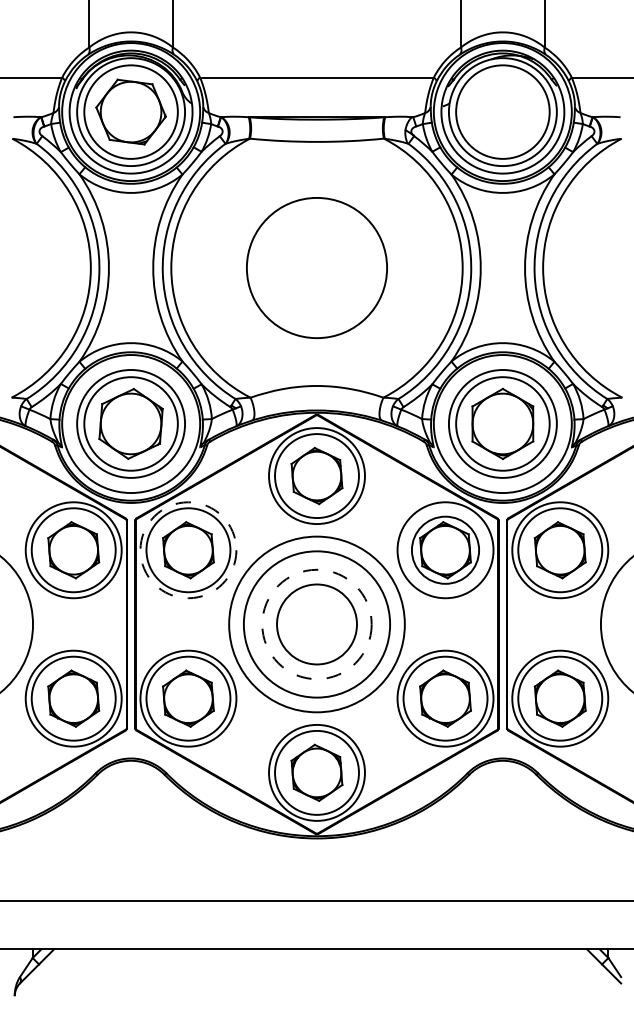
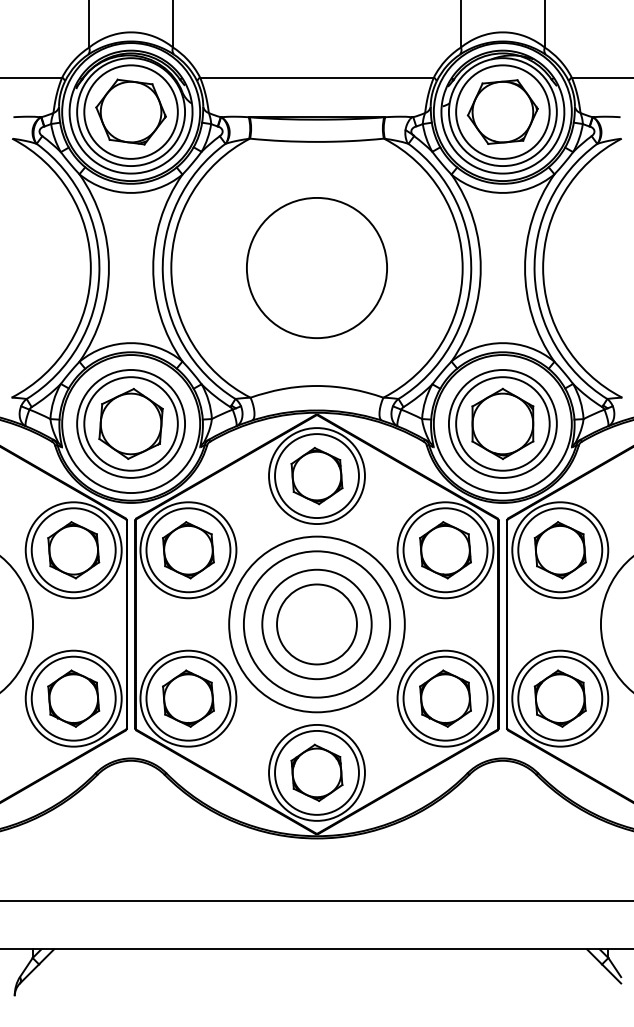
part at (502, 111): none -> present
circle at (445, 549) diameter: 67 px -> 84 px
circle at (188, 550): dashed -> solid
circle at (316, 624): dashed -> solid
